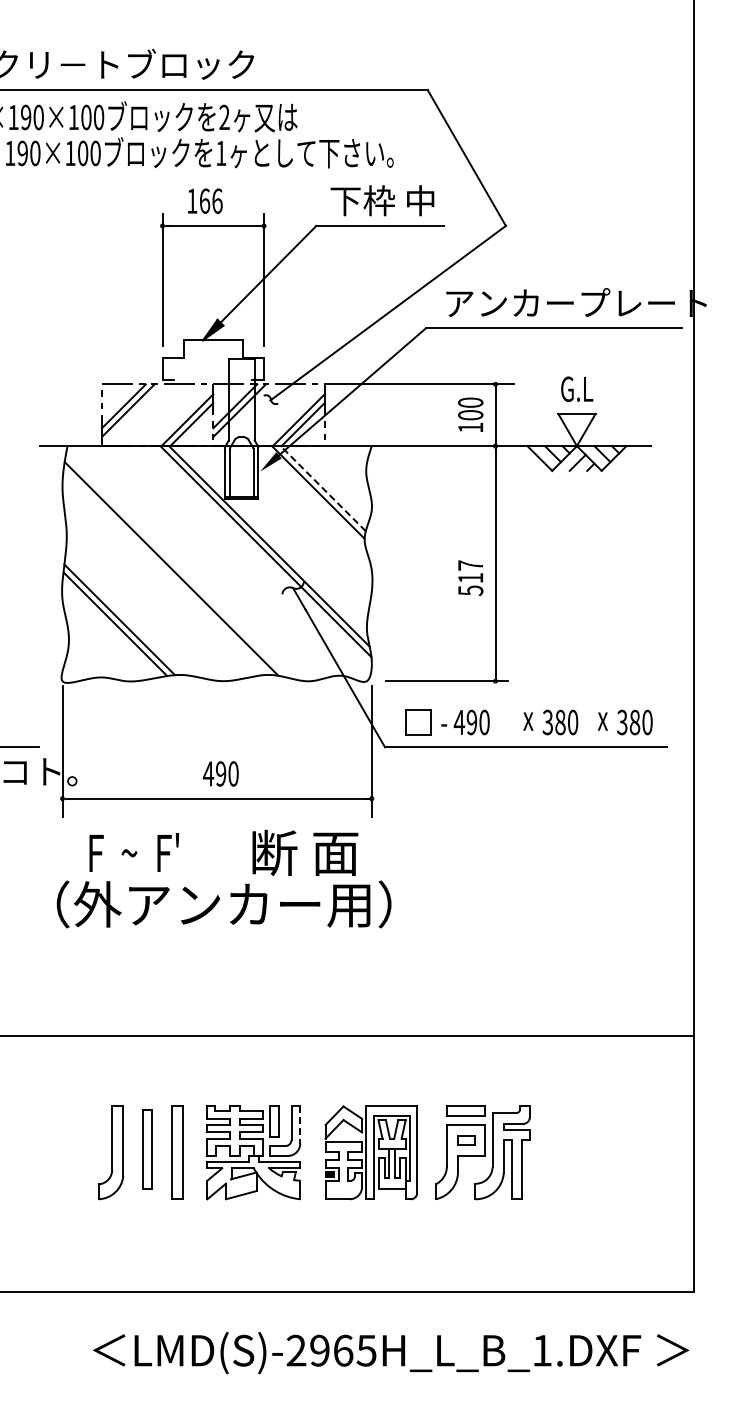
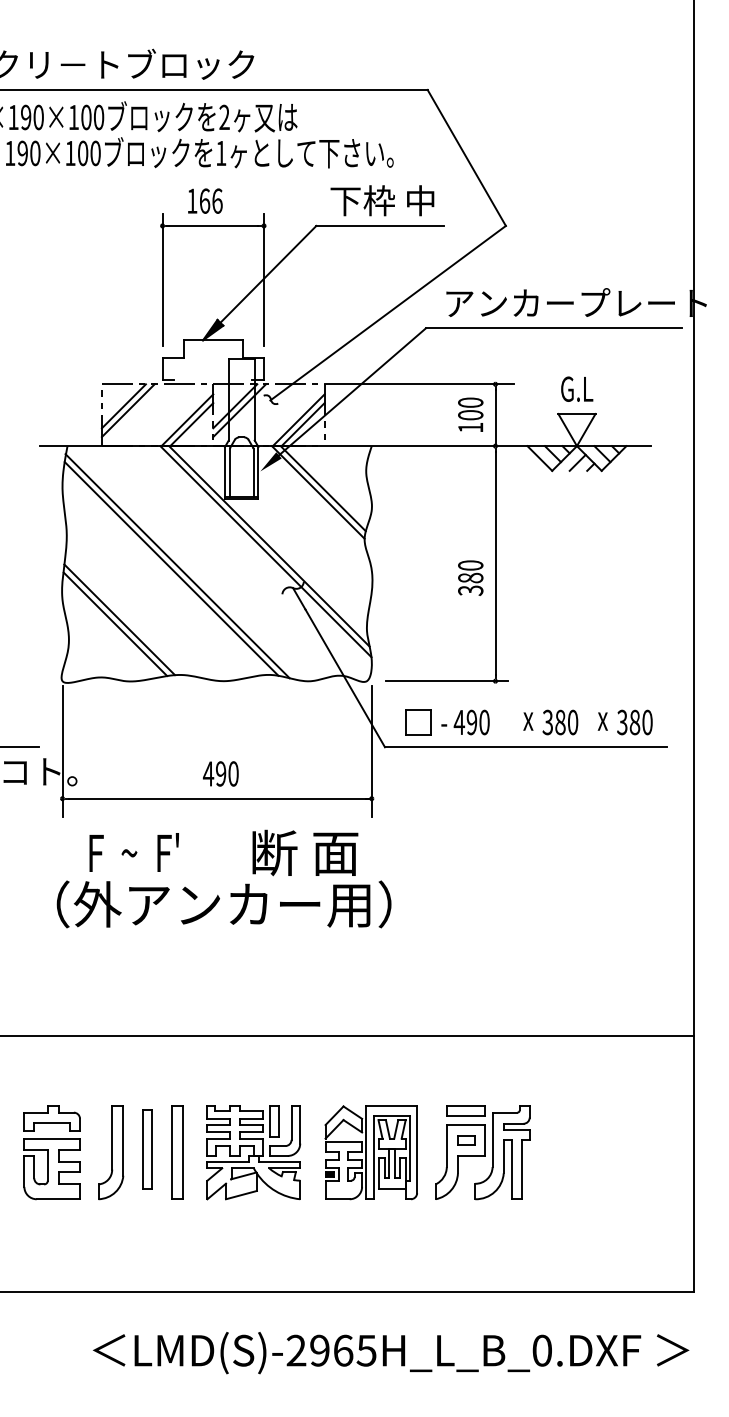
line at (322, 488): dashed -> solid
line at (177, 566): none -> present
text at (470, 577): 517 -> 380
line at (300, 1125): dashed -> solid
part at (51, 1152): none -> present
text at (541, 1350): LMD(S)-2965H_L_B_1.DXF -> LMD(S)-2965H_L_B_0.DXF
